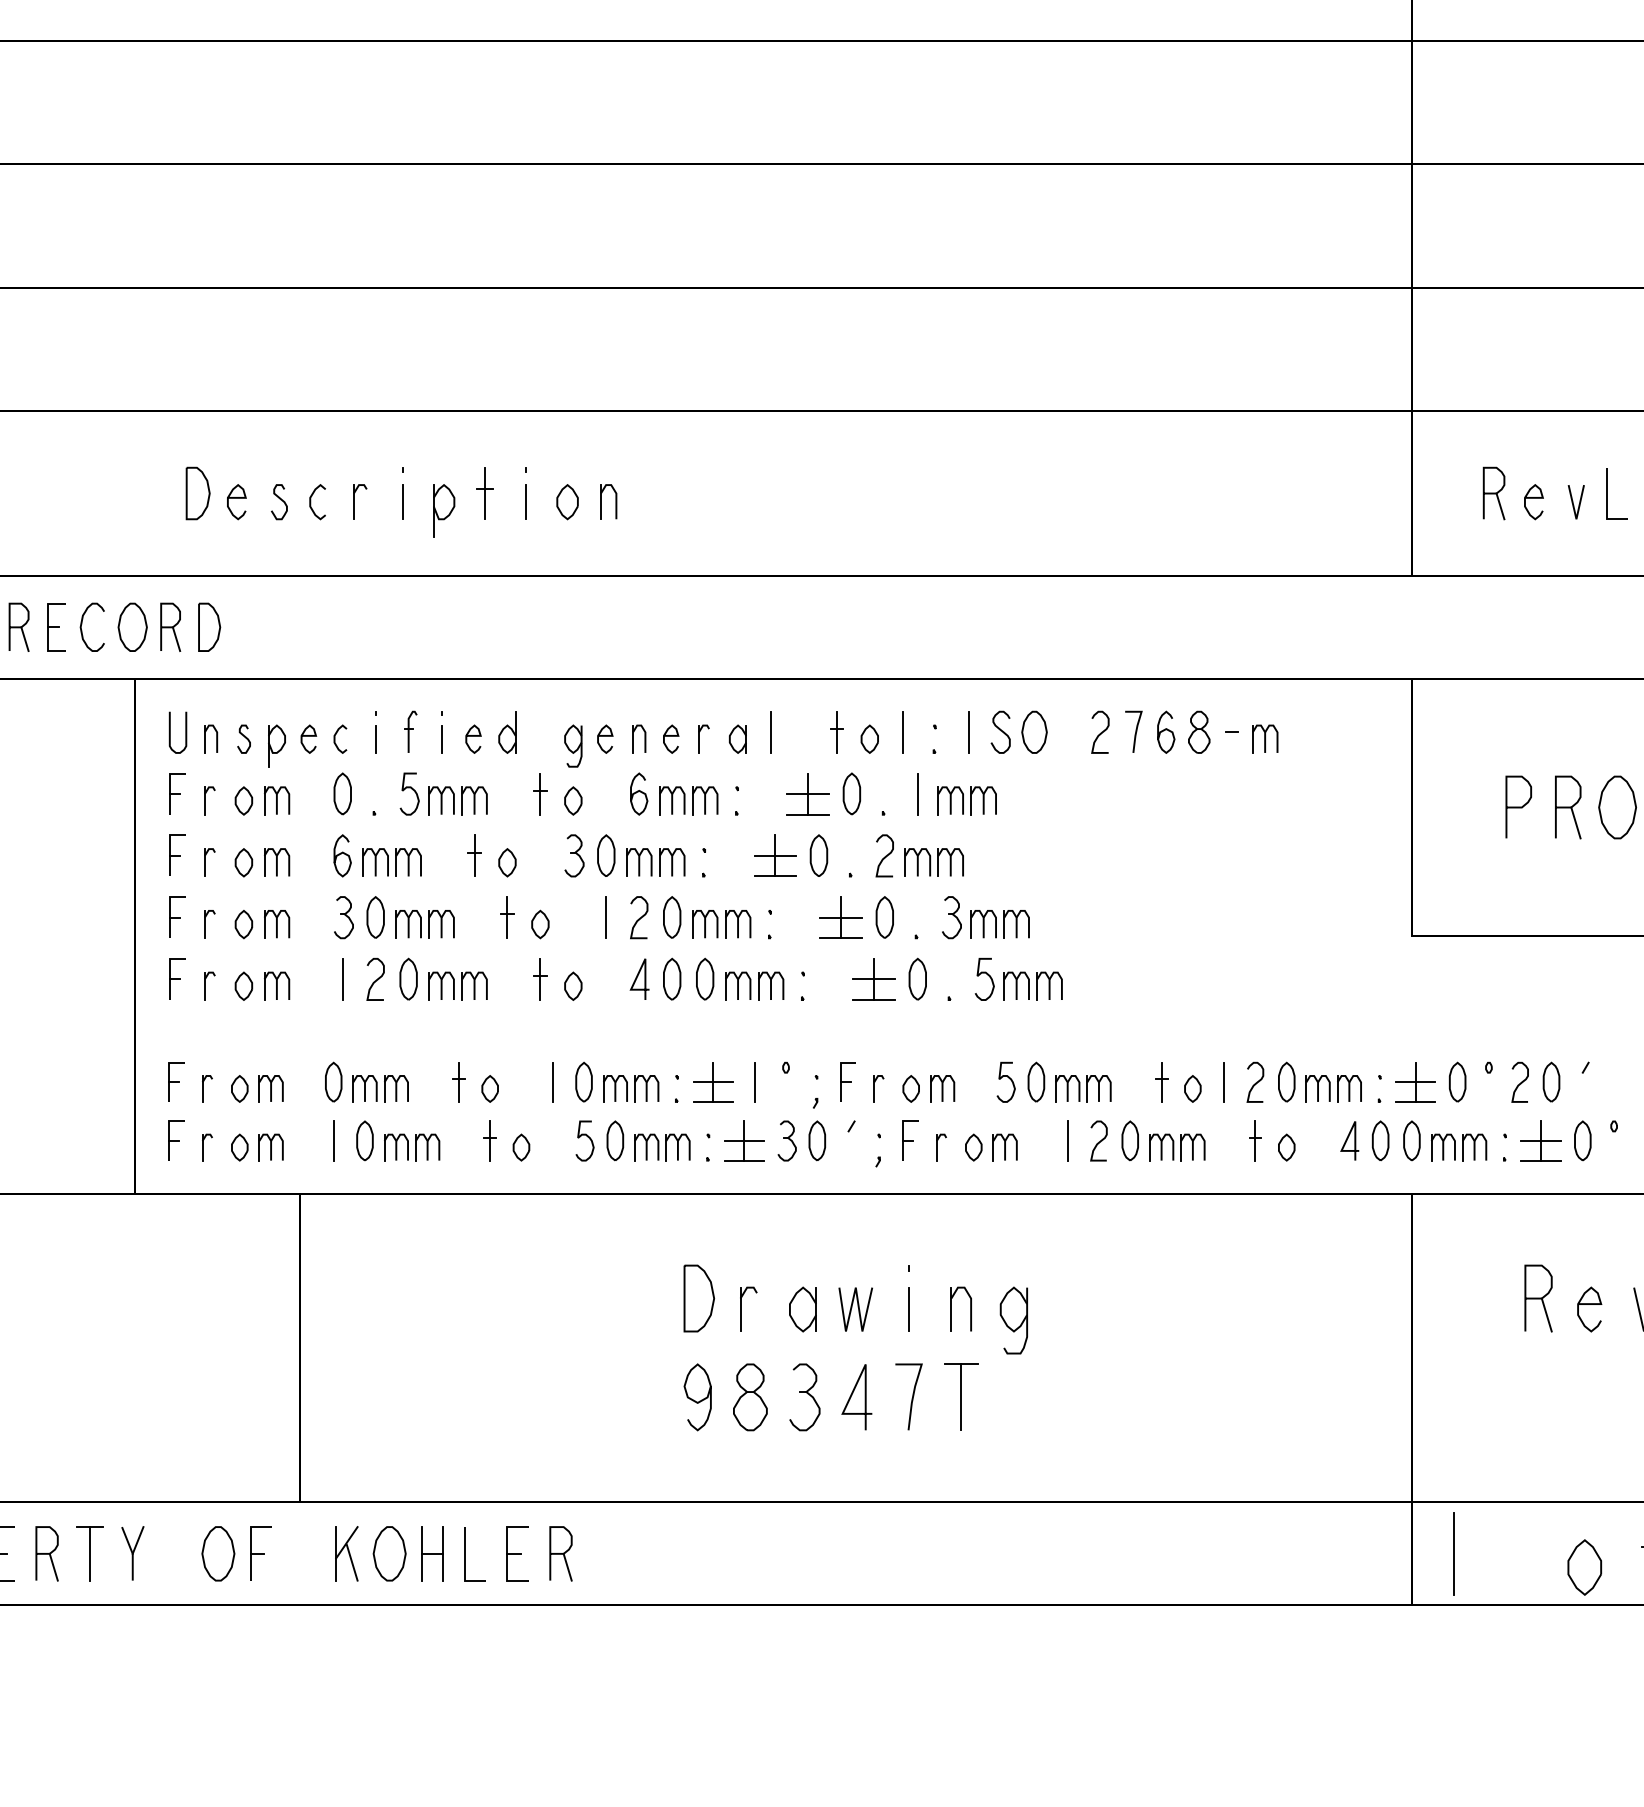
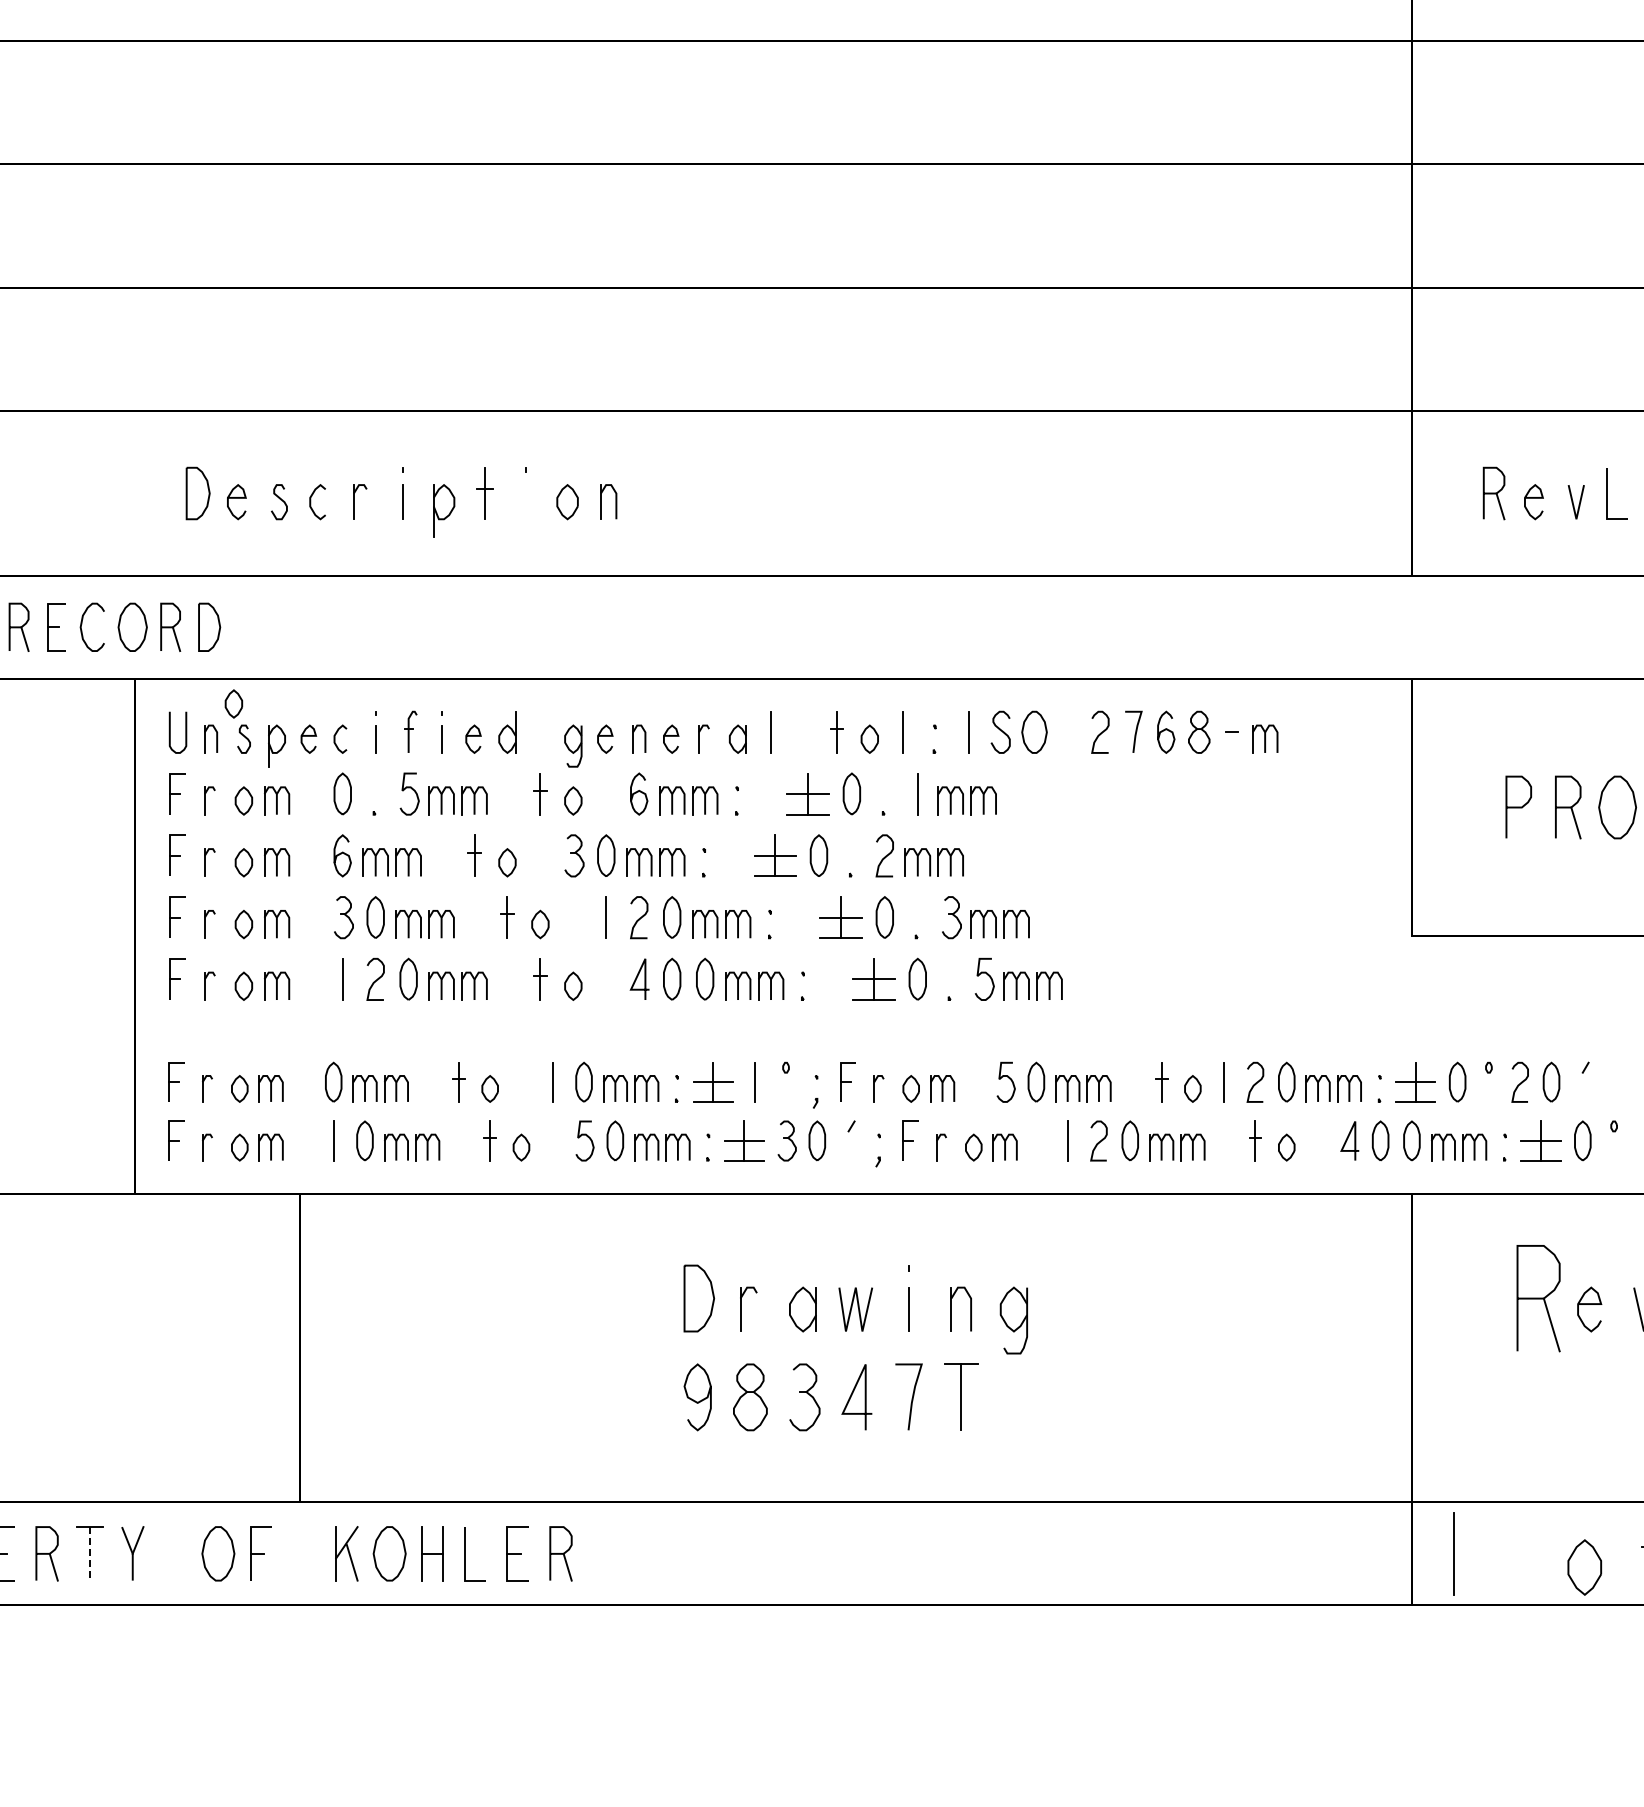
line at (526, 502): present -> none
part at (233, 703): none -> present
part at (1538, 1298) size: 29x69 px -> 45x108 px
line at (89, 1553): solid -> dashed
